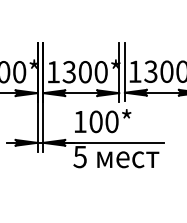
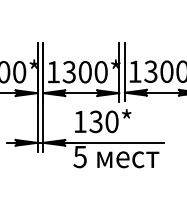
text at (95, 121): 100* -> 130*
